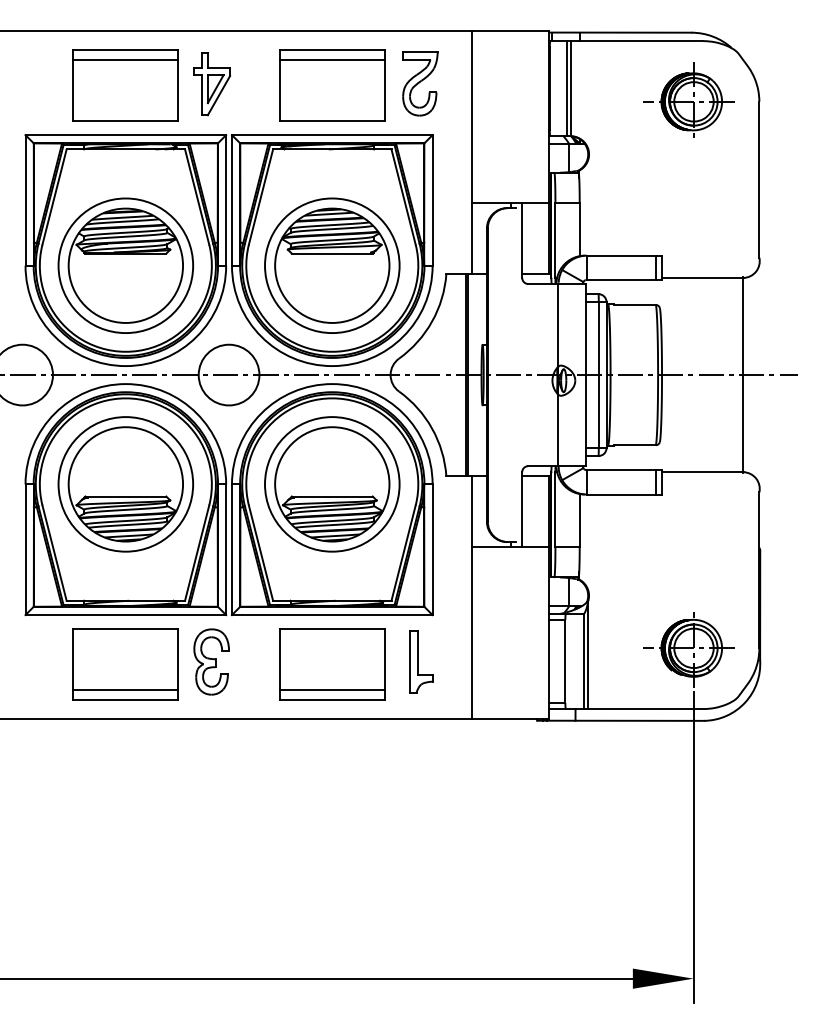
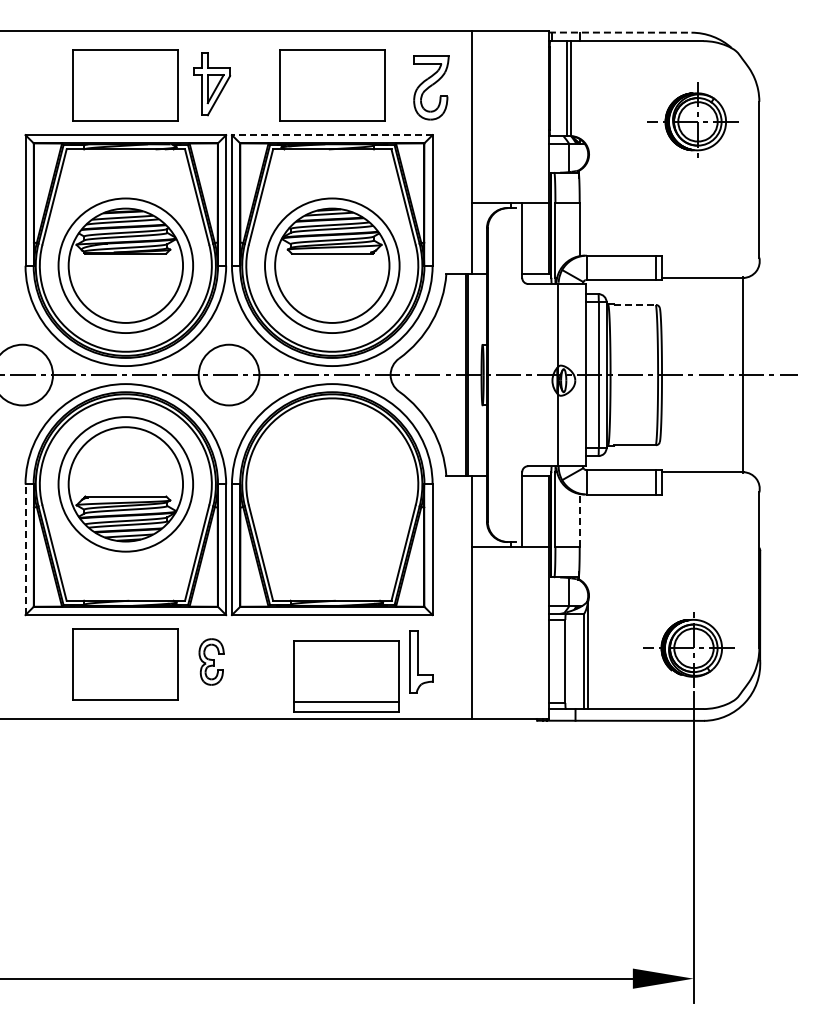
line at (620, 32): solid -> dashed
line at (125, 60): present -> none
line at (331, 60): present -> none
part at (420, 83) position: (420, 83) -> (431, 87)
part at (688, 99) position: (688, 99) -> (692, 119)
line at (331, 135): solid -> dashed
line at (635, 304): solid -> dashed
part at (332, 484): present -> none
line at (579, 520): solid -> dashed
line at (25, 549): solid -> dashed
part at (211, 661) size: 37x68 px -> 27x48 px
part at (332, 664) position: (332, 664) -> (346, 676)
line at (125, 689): present -> none
